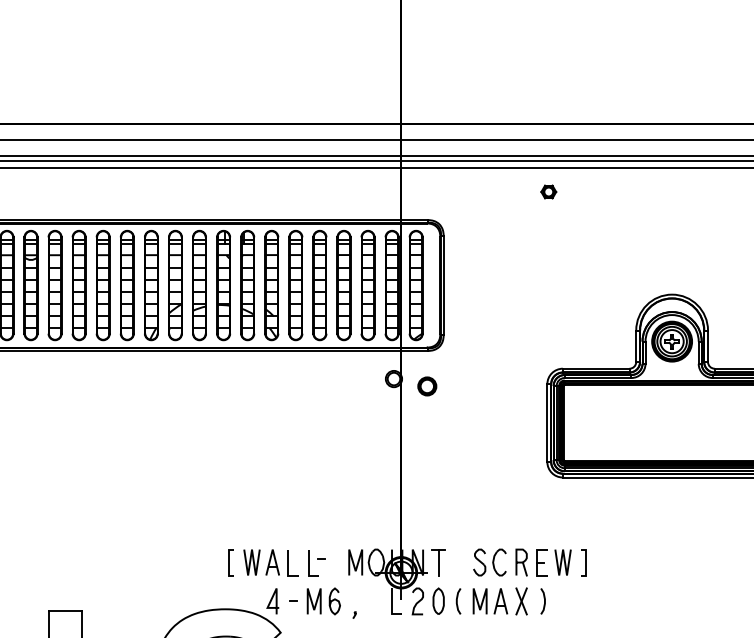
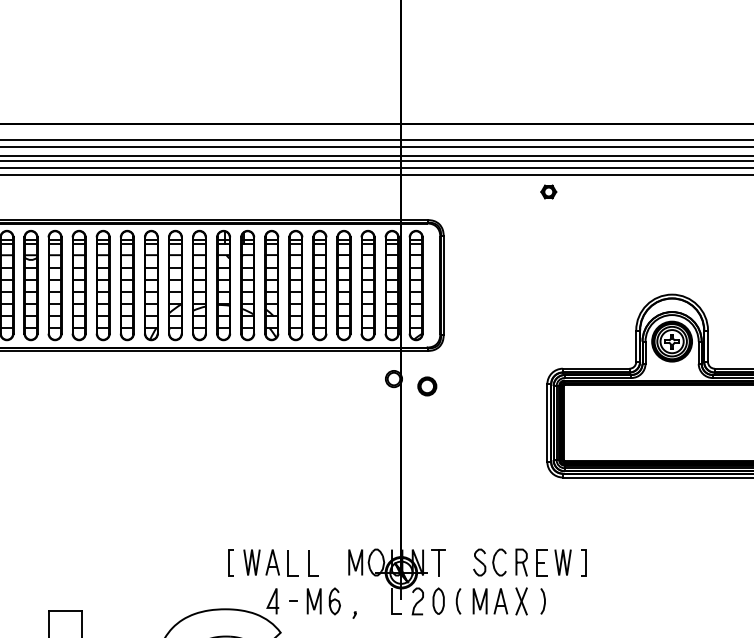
line at (376, 147): none -> present
line at (376, 175): none -> present
line at (321, 558): present -> none
